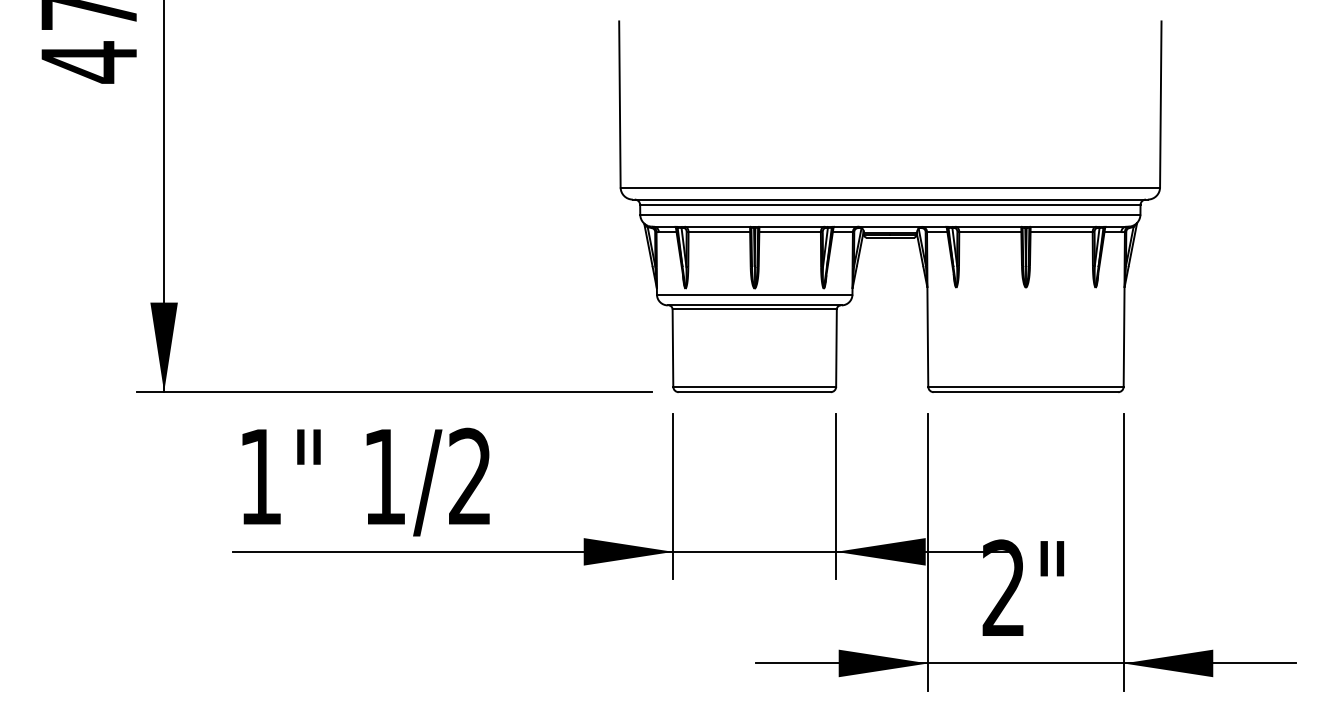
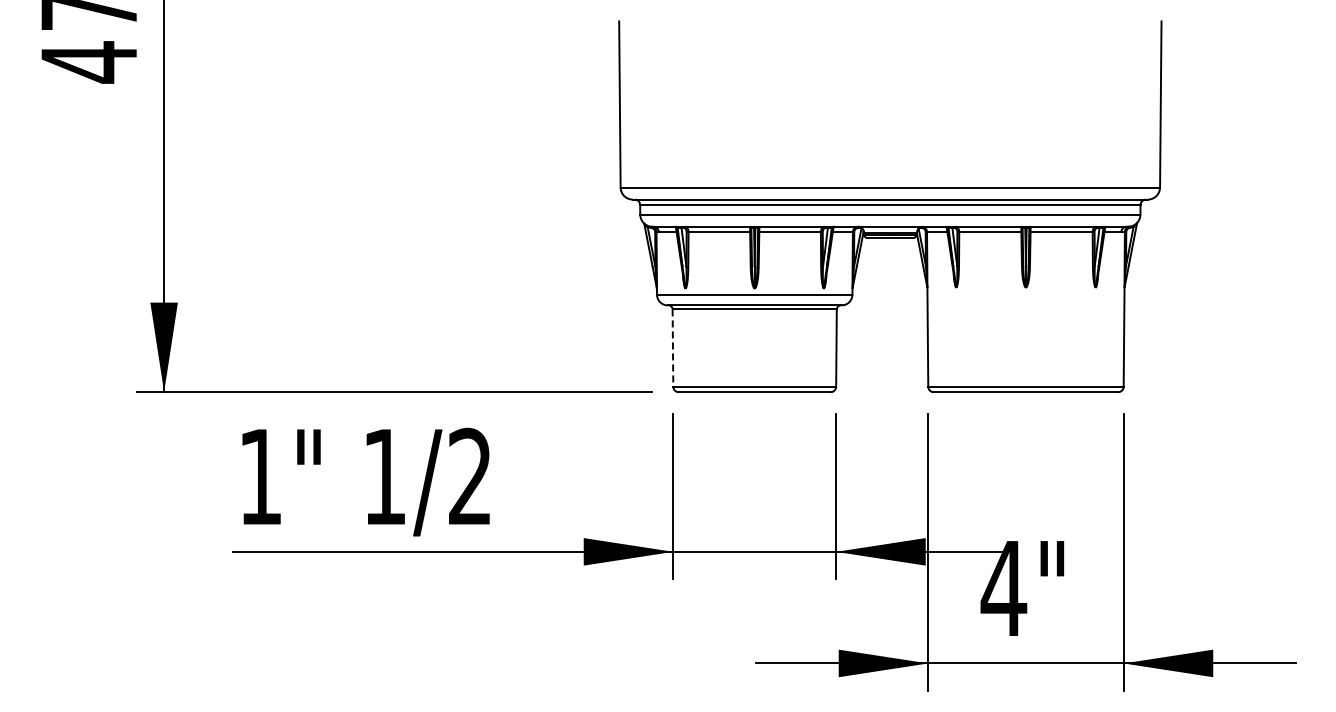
line at (672, 348): solid -> dashed
text at (1003, 587): 2" -> 4"
